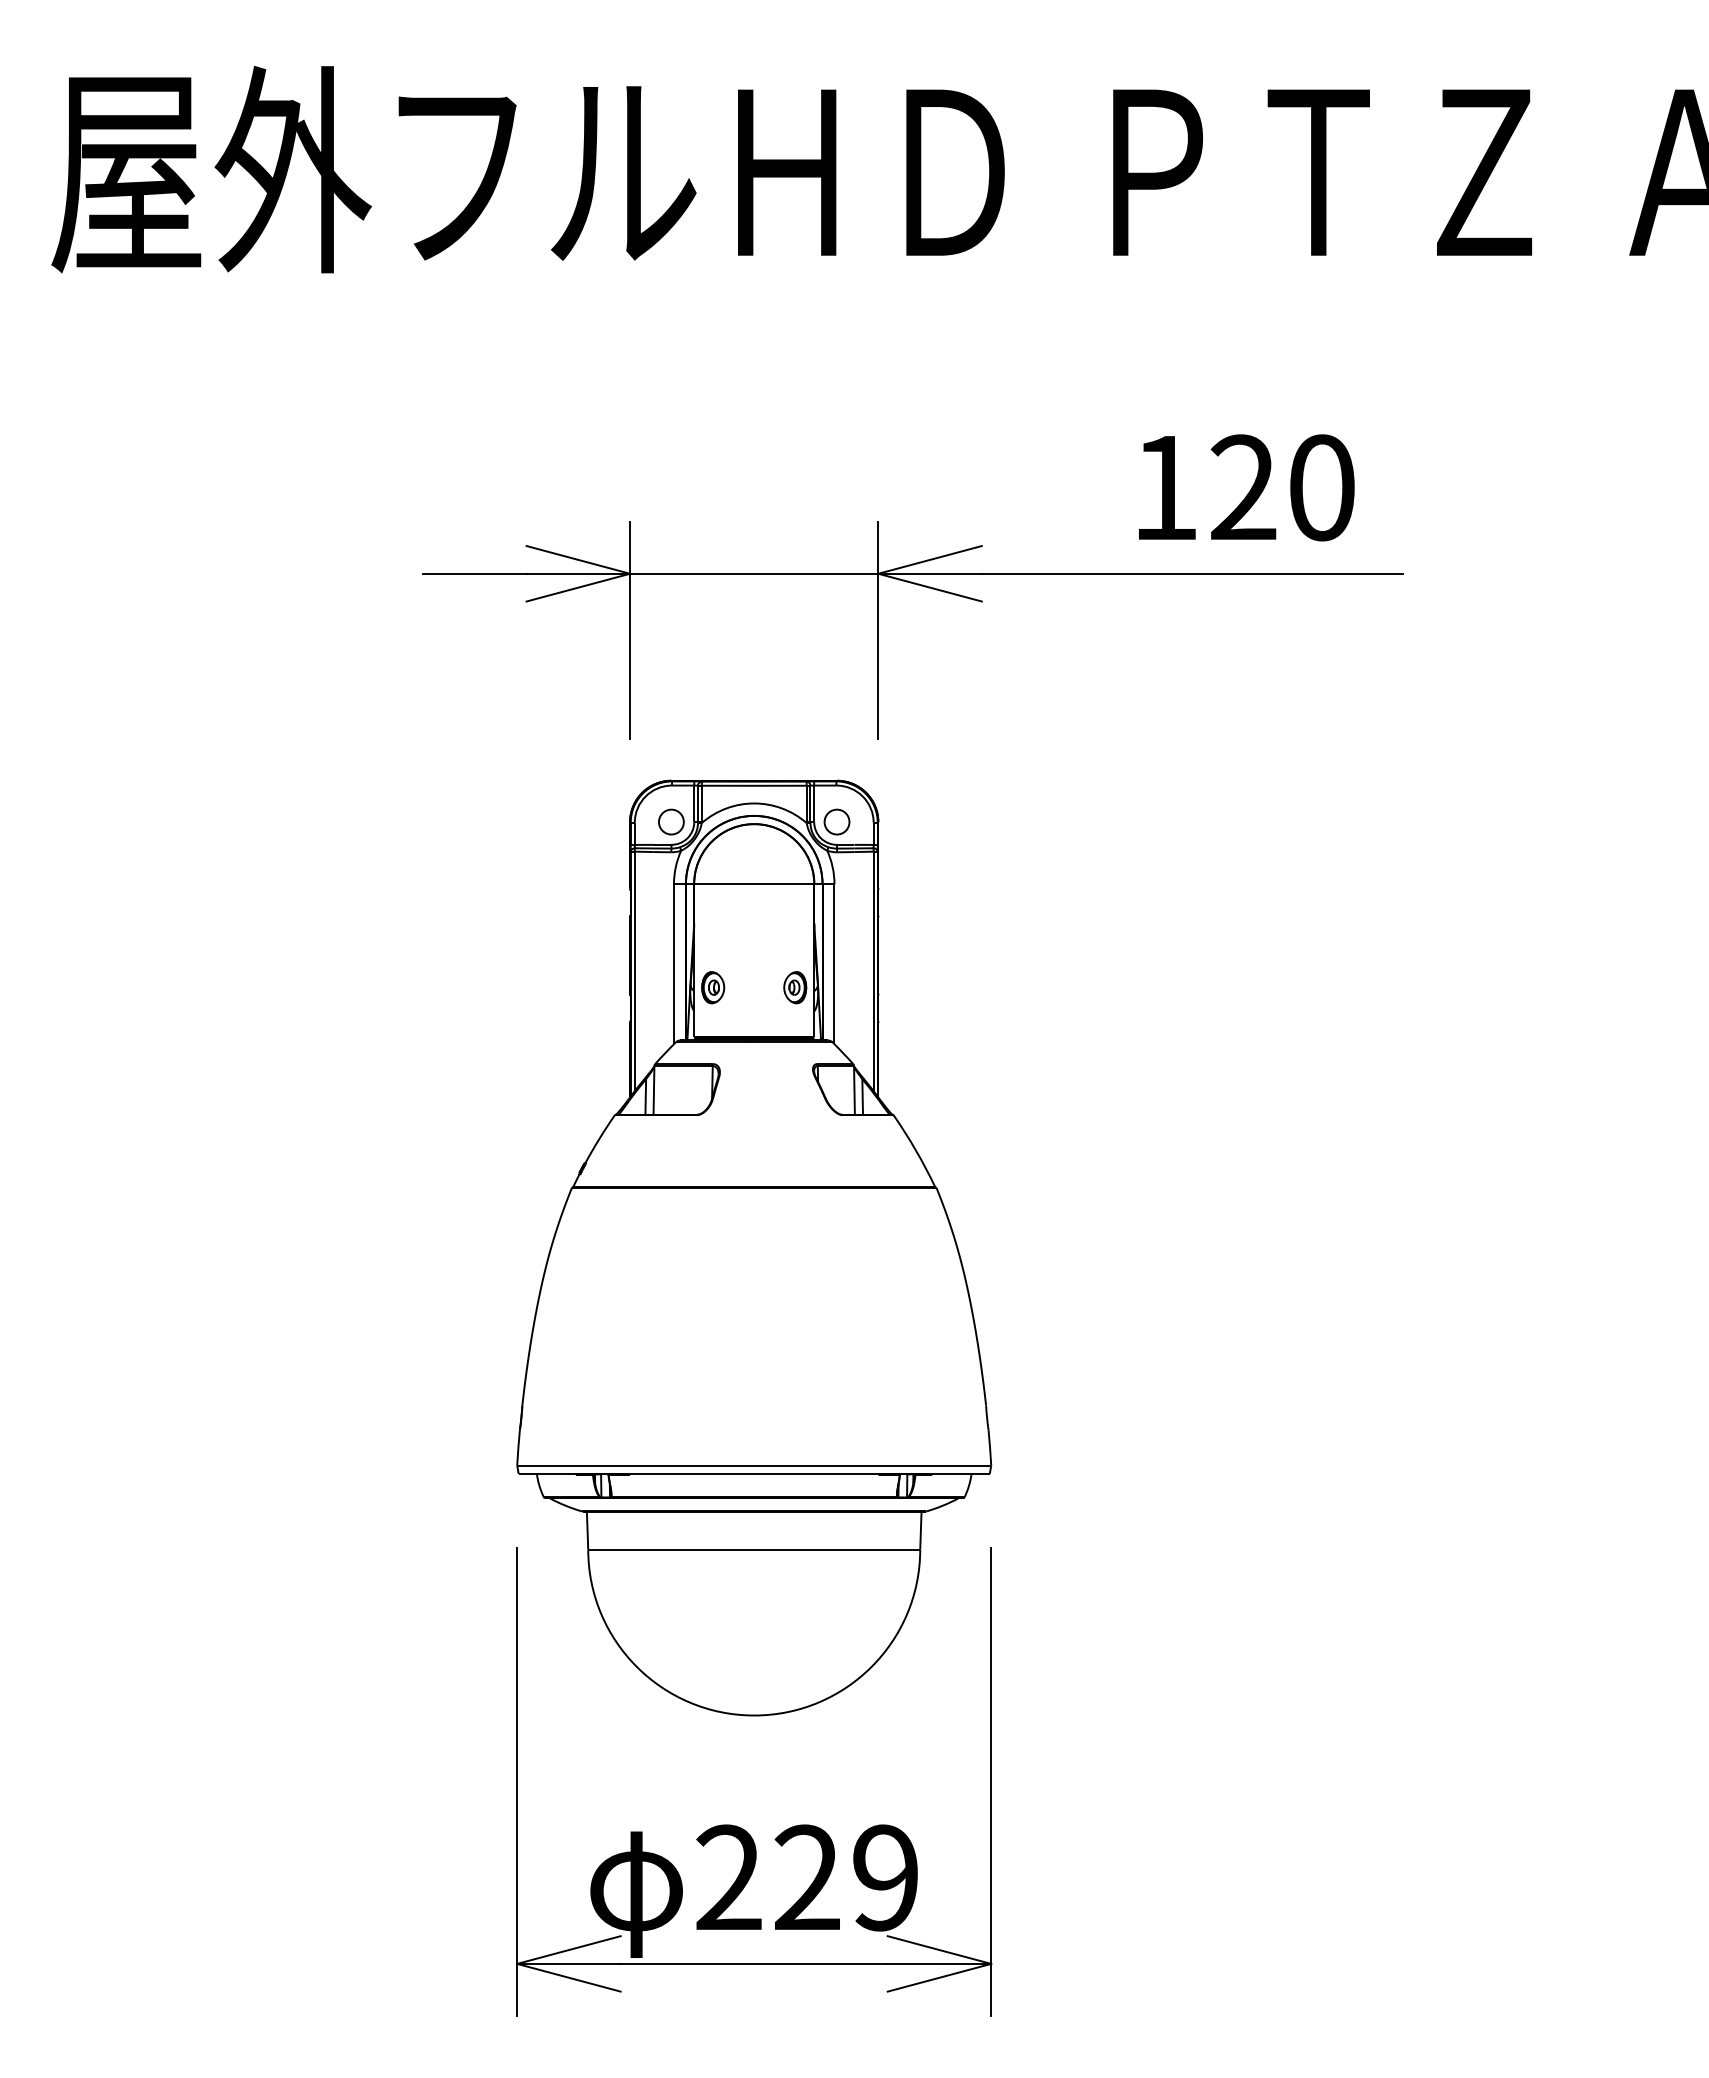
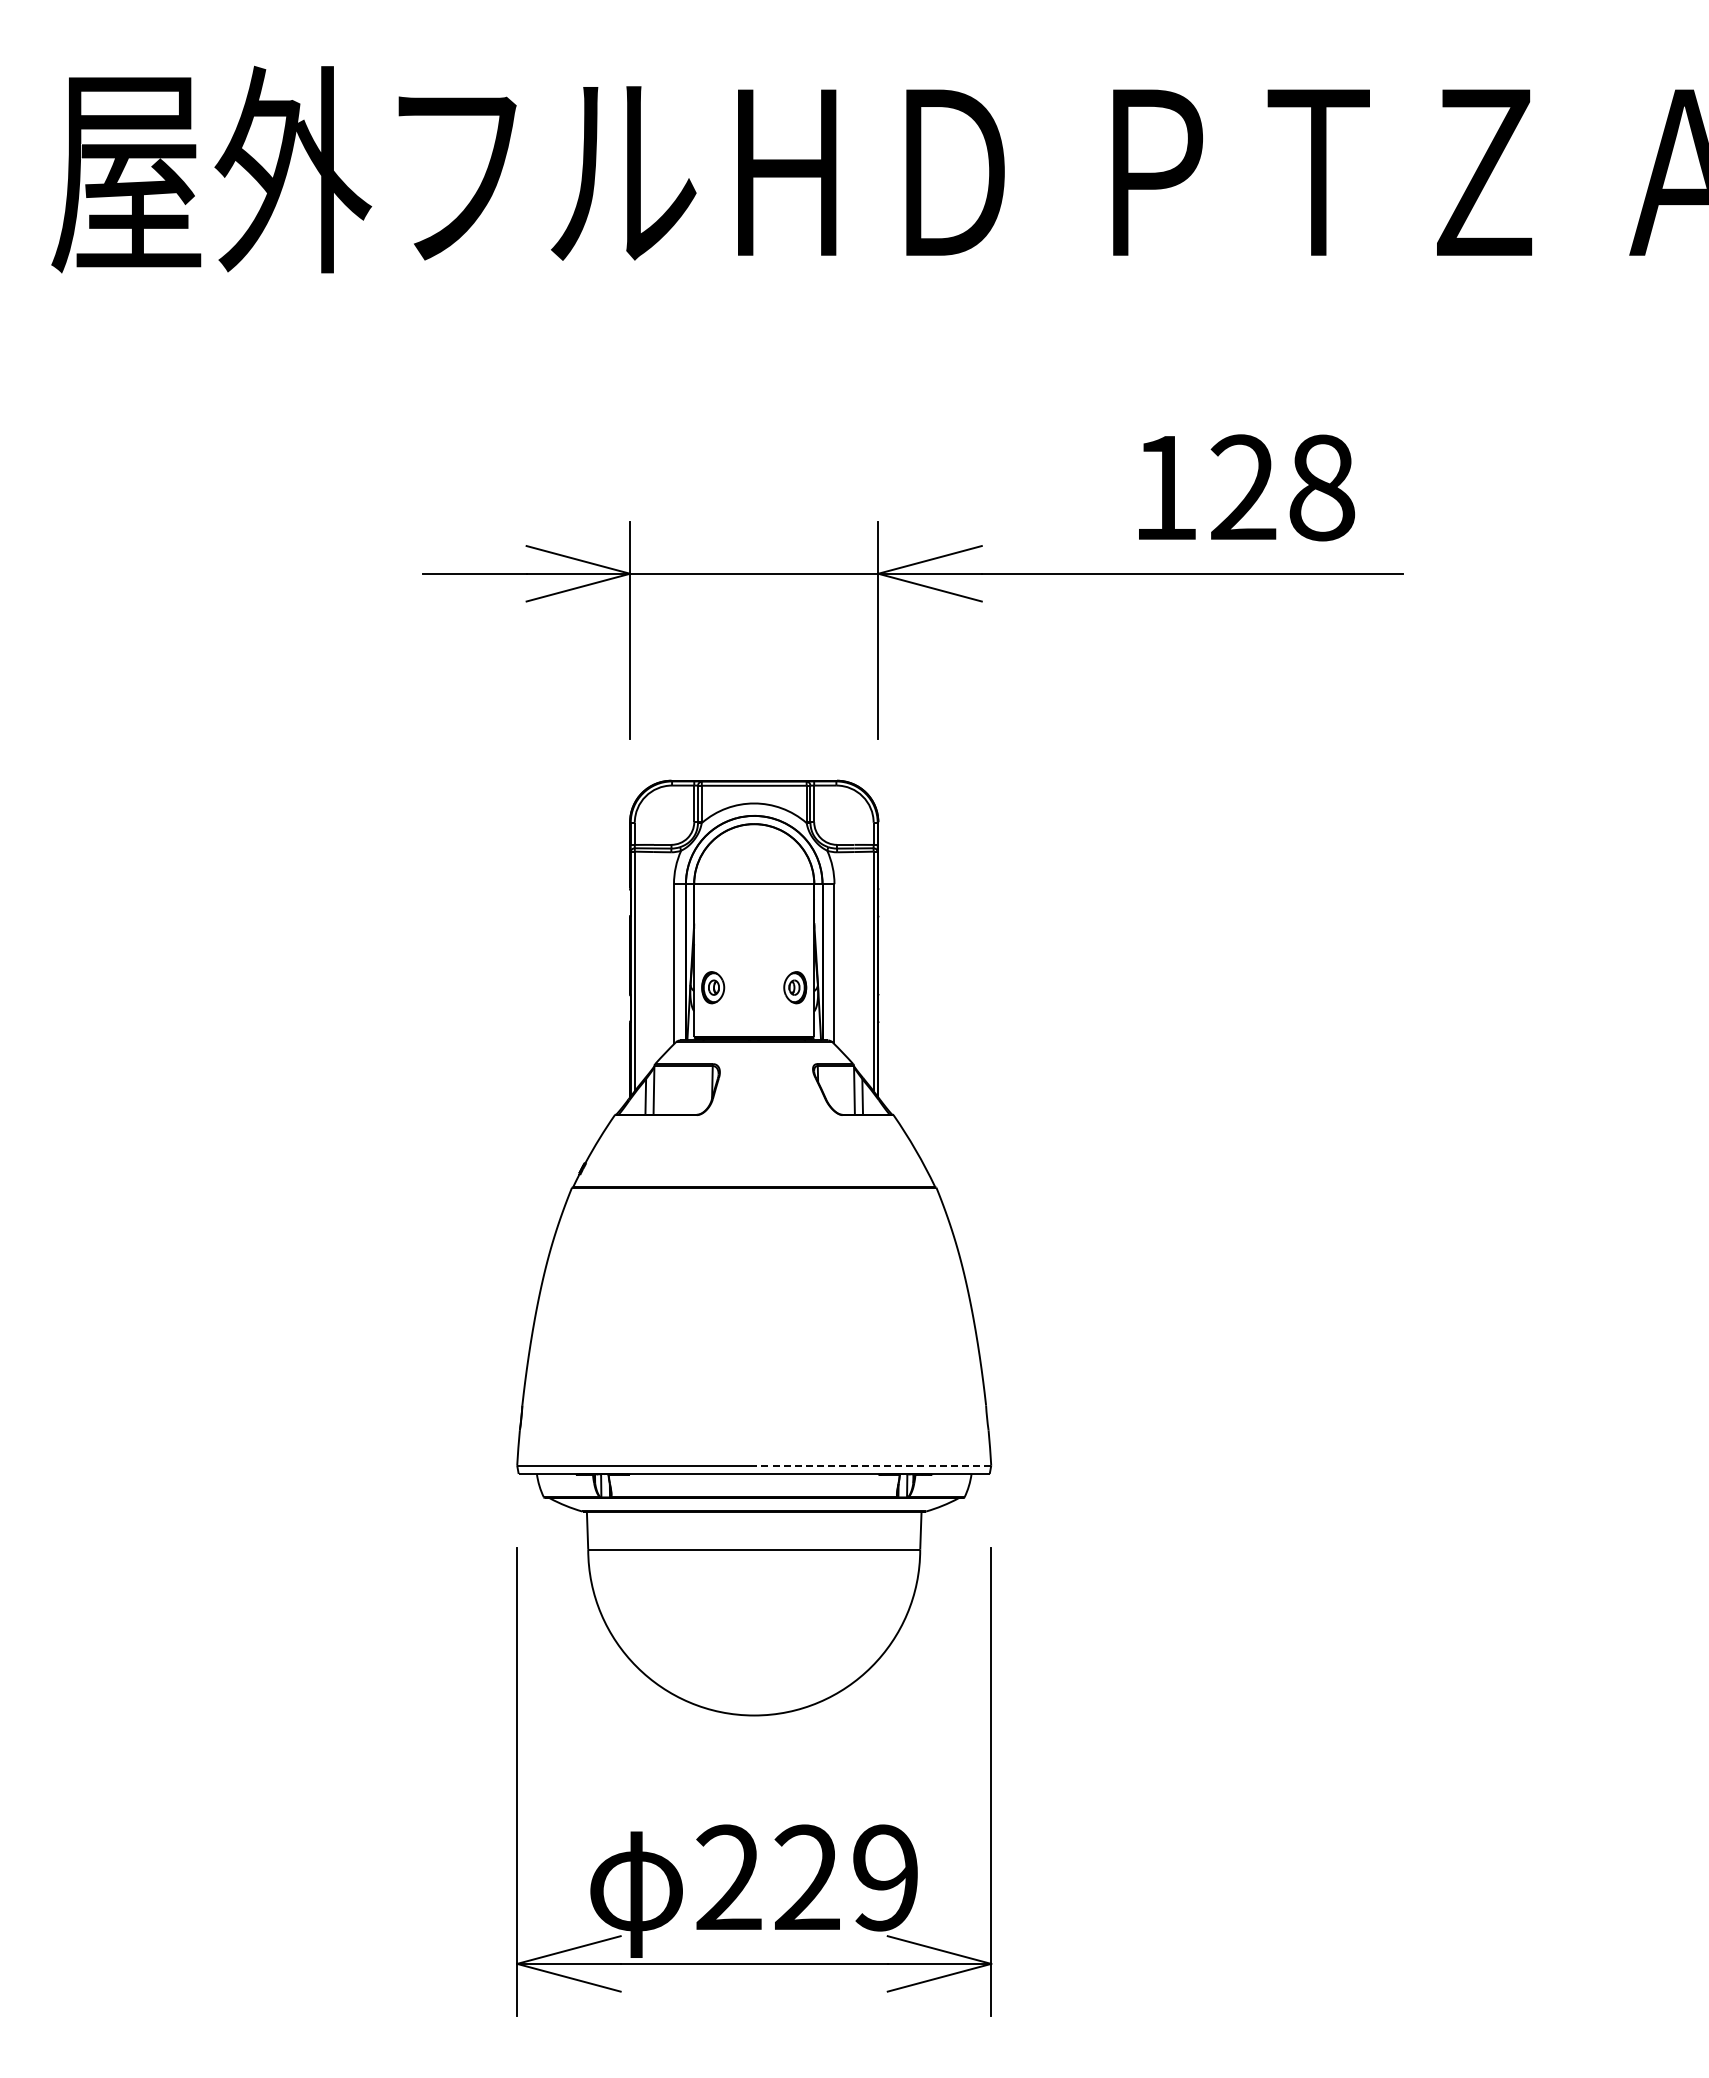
text at (1322, 487): 120 -> 128
circle at (671, 821): present -> none
circle at (836, 821): present -> none
line at (872, 1465): solid -> dashed
